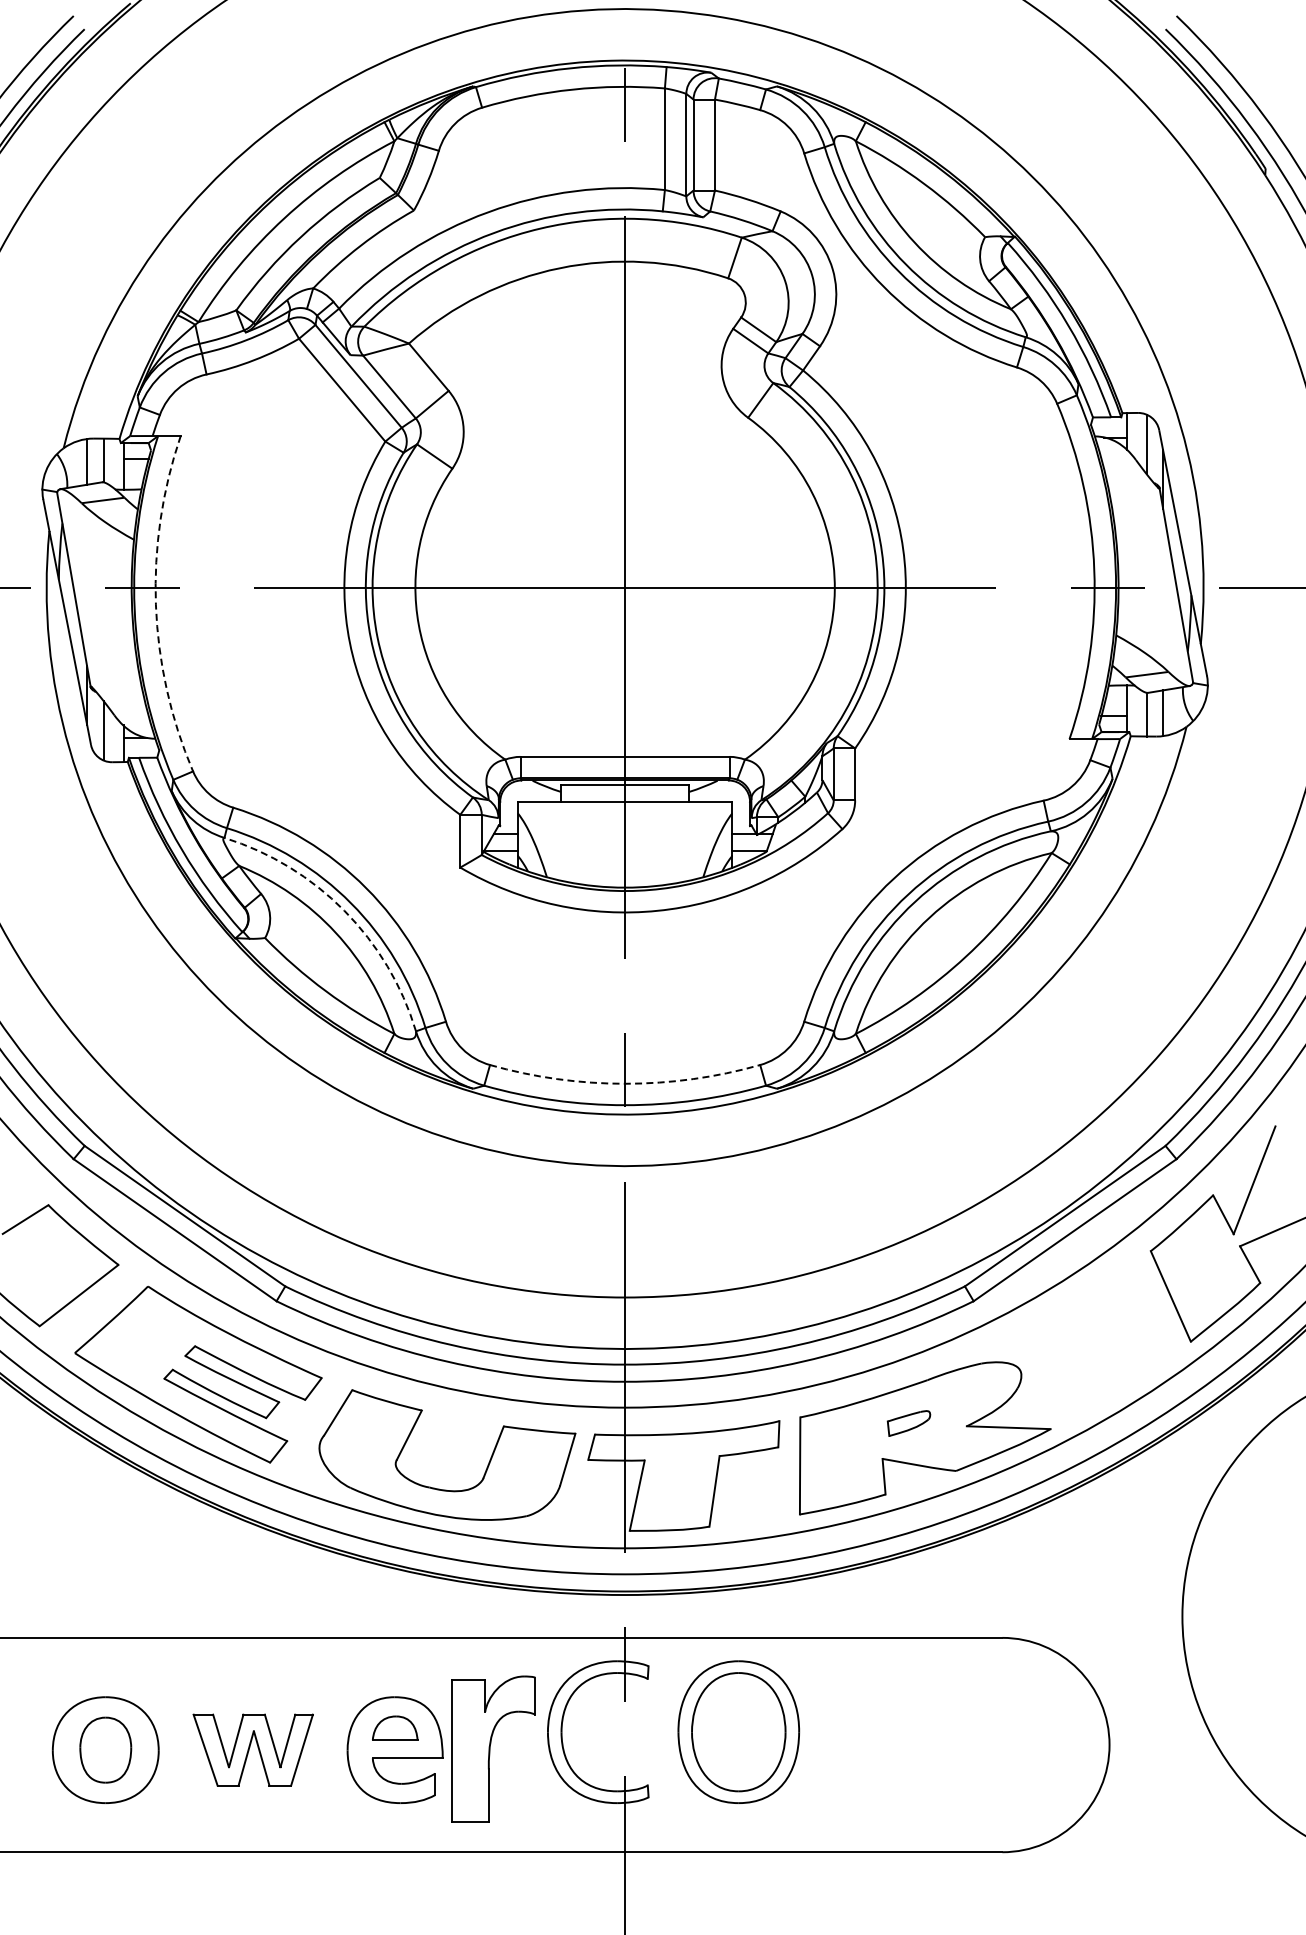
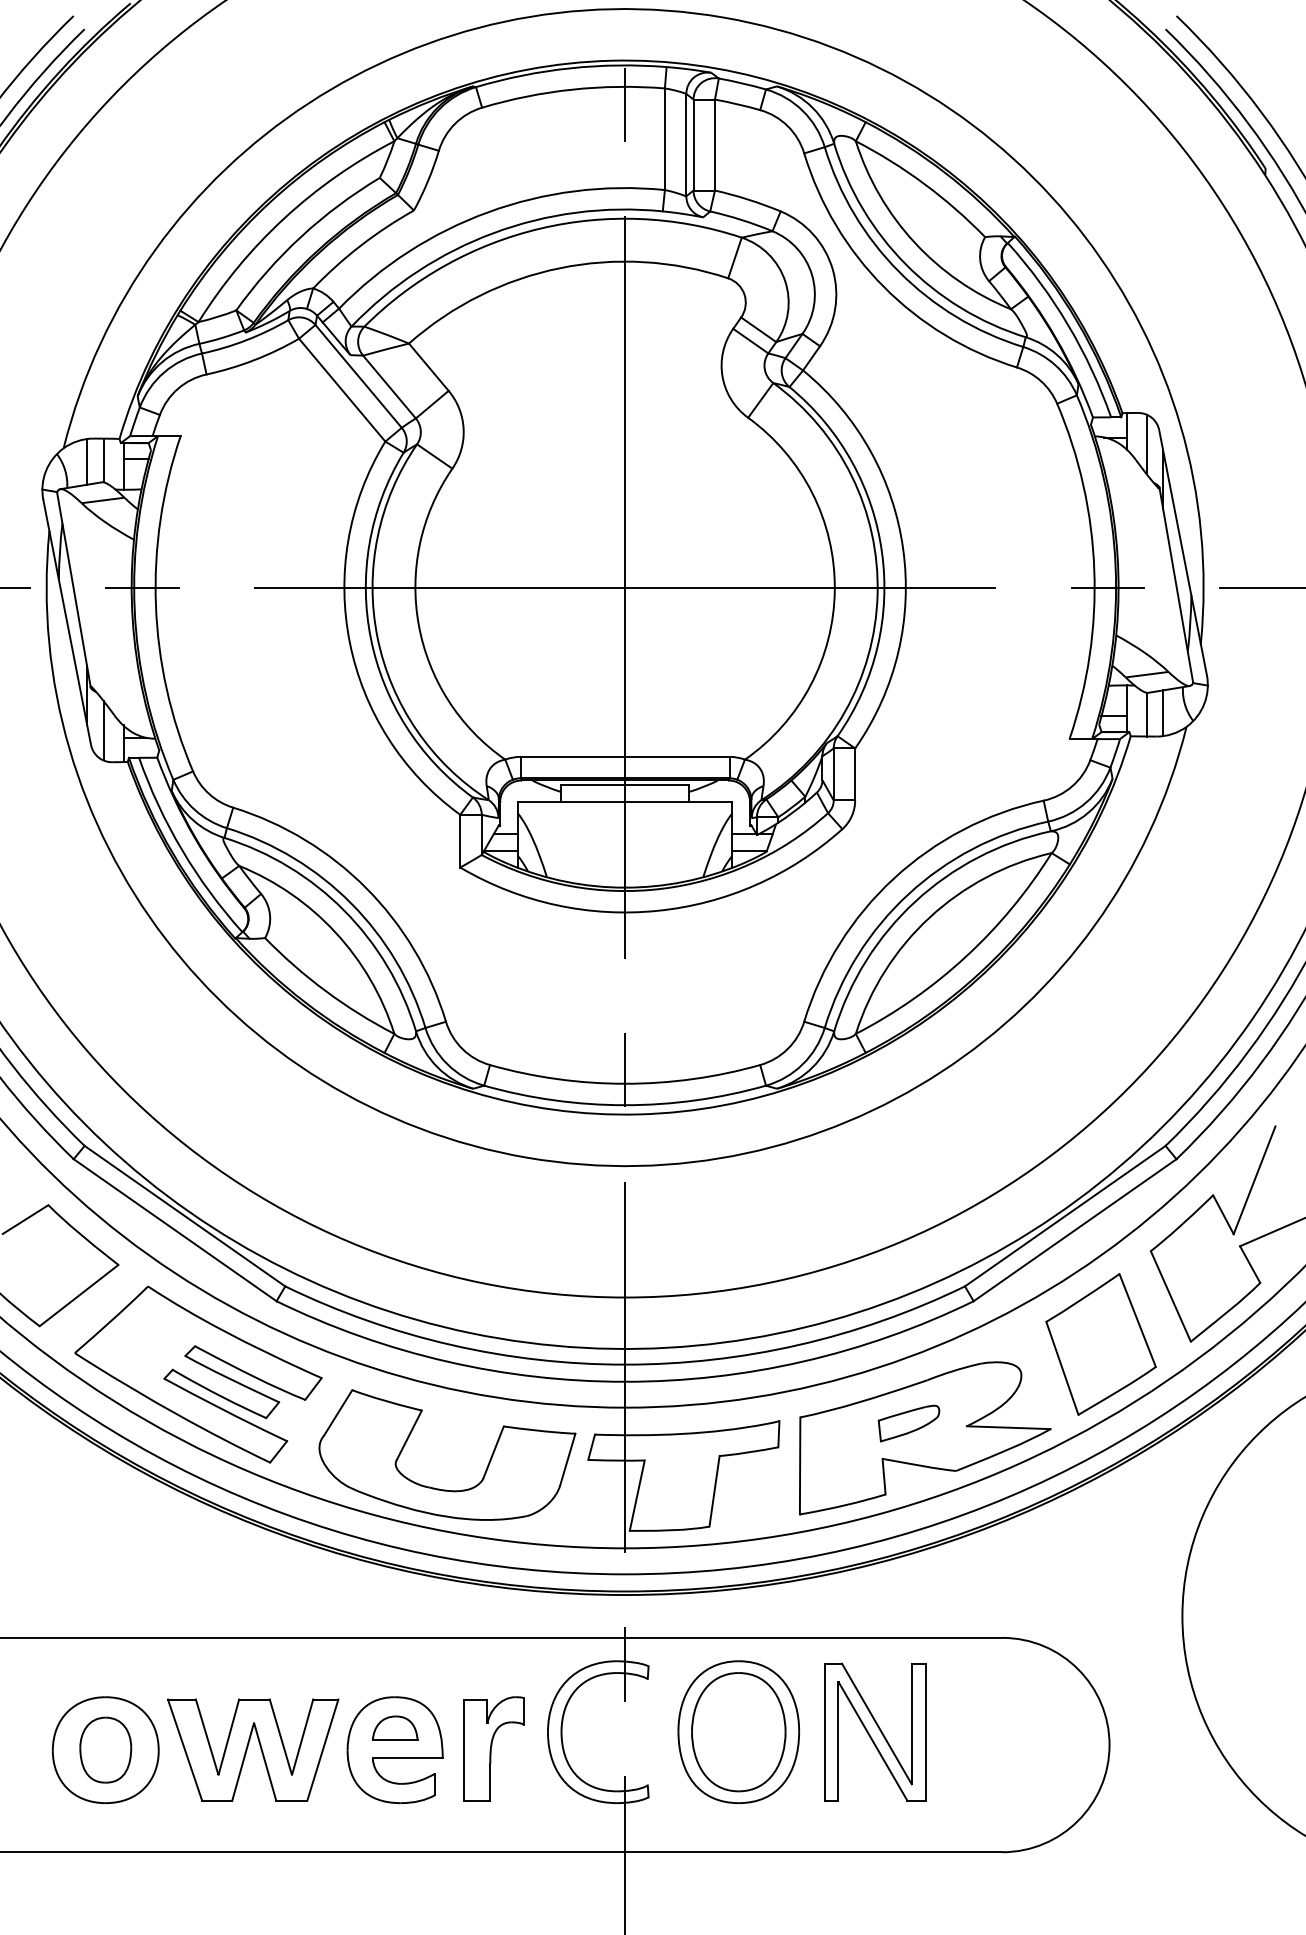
arc at (155, 604): dashed -> solid
arc at (344, 910): dashed -> solid
arc at (625, 1083): dashed -> solid
part at (1100, 1344): none -> present
part at (908, 1423) size: 46x27 px -> 64x39 px
part at (875, 1731): none -> present
part at (493, 1748) size: 85x148 px -> 62x106 px
part at (252, 1749) size: 122x74 px -> 173x104 px
